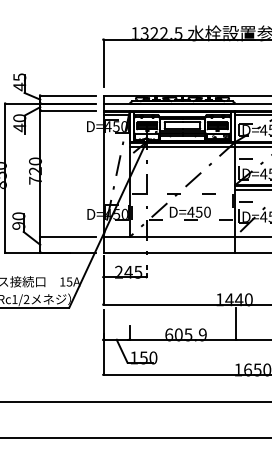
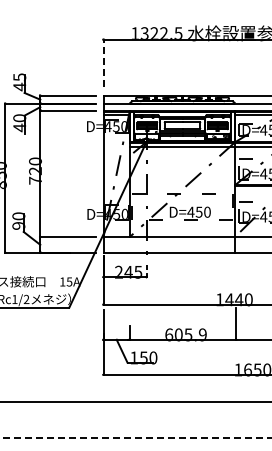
line at (103, 63): solid -> dashed
line at (251, 189): present -> none
line at (136, 437): solid -> dashed
